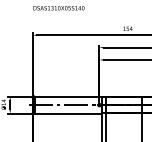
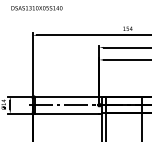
text at (58, 8) position: (58, 8) -> (36, 8)
